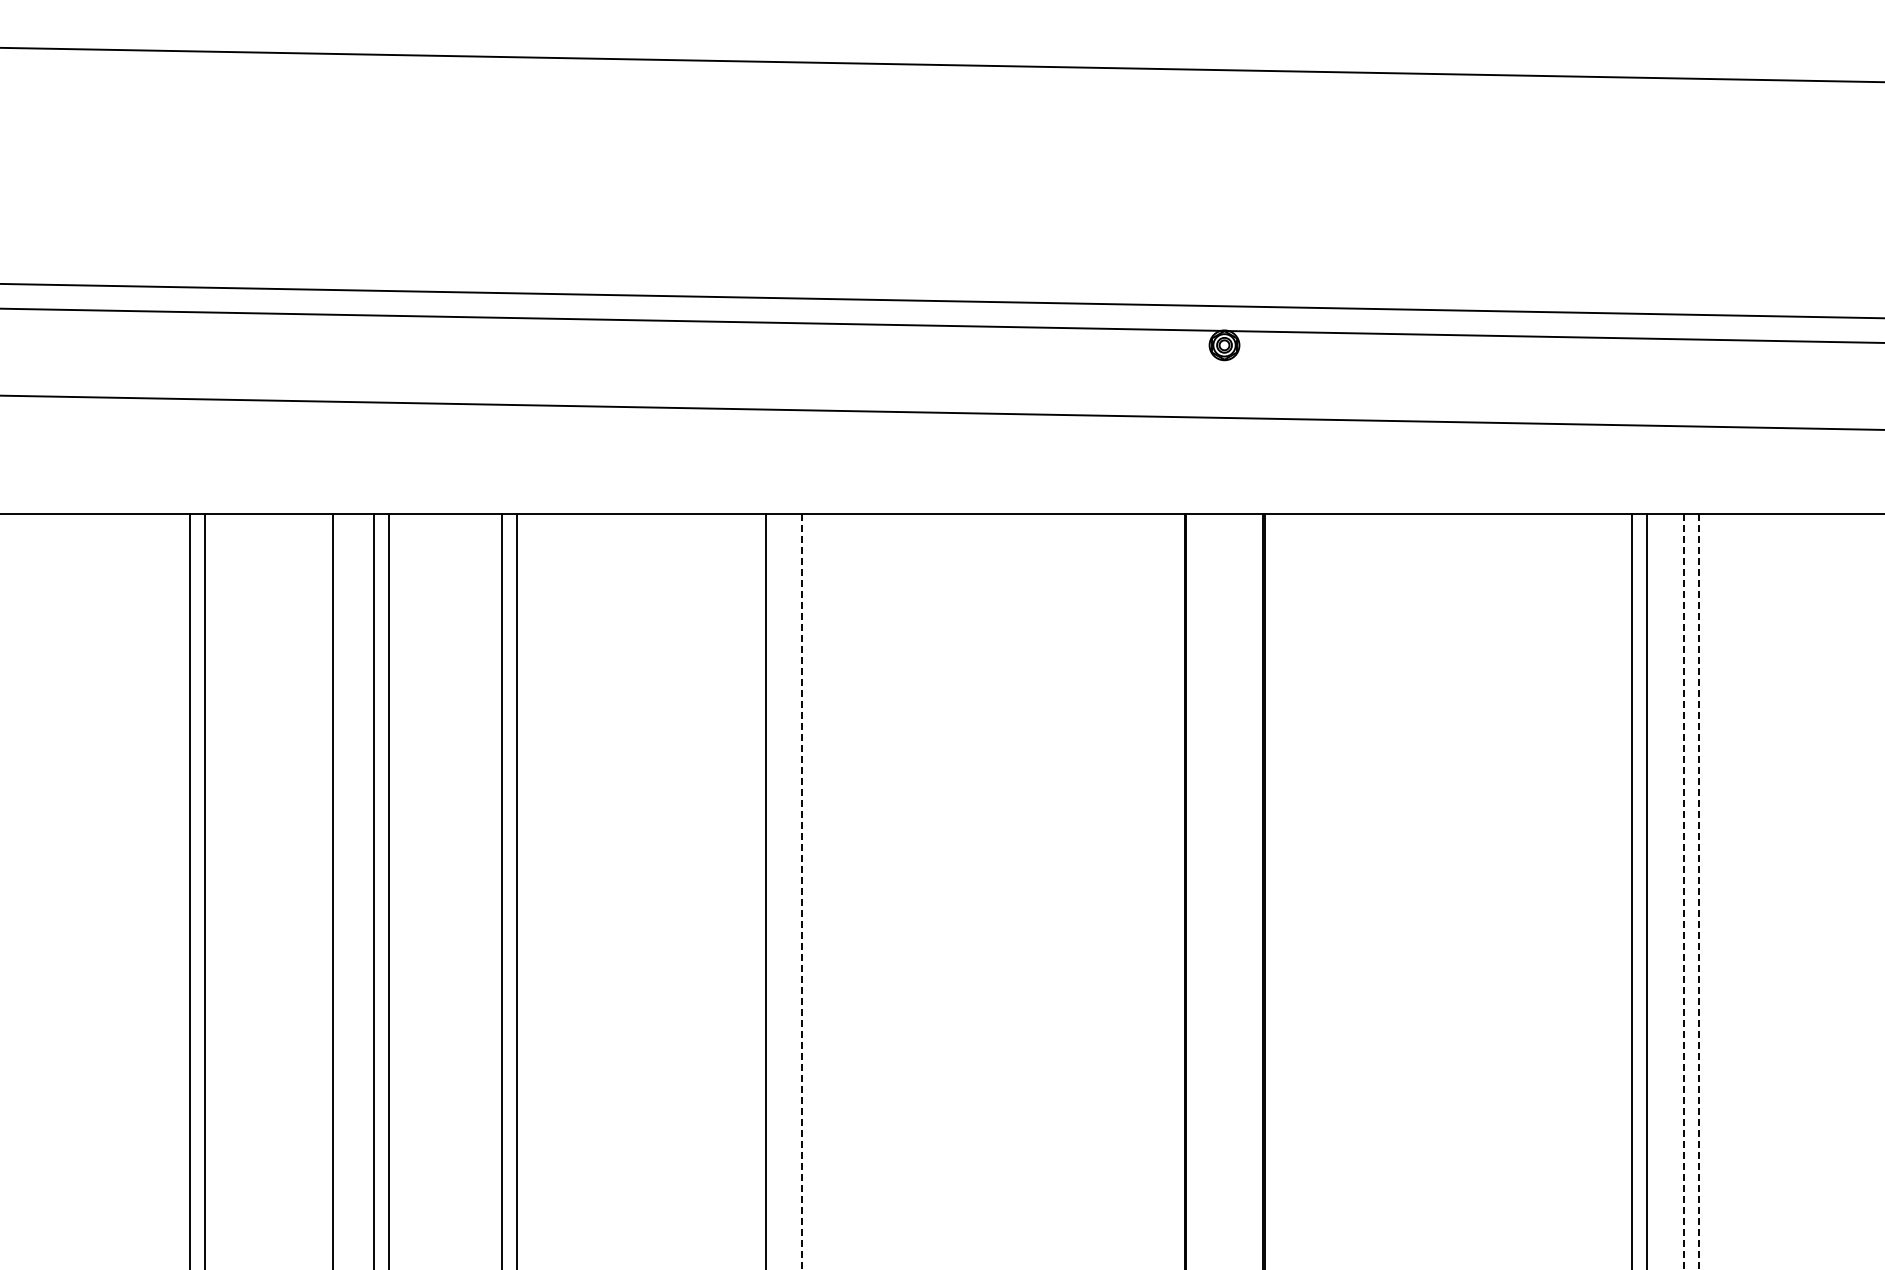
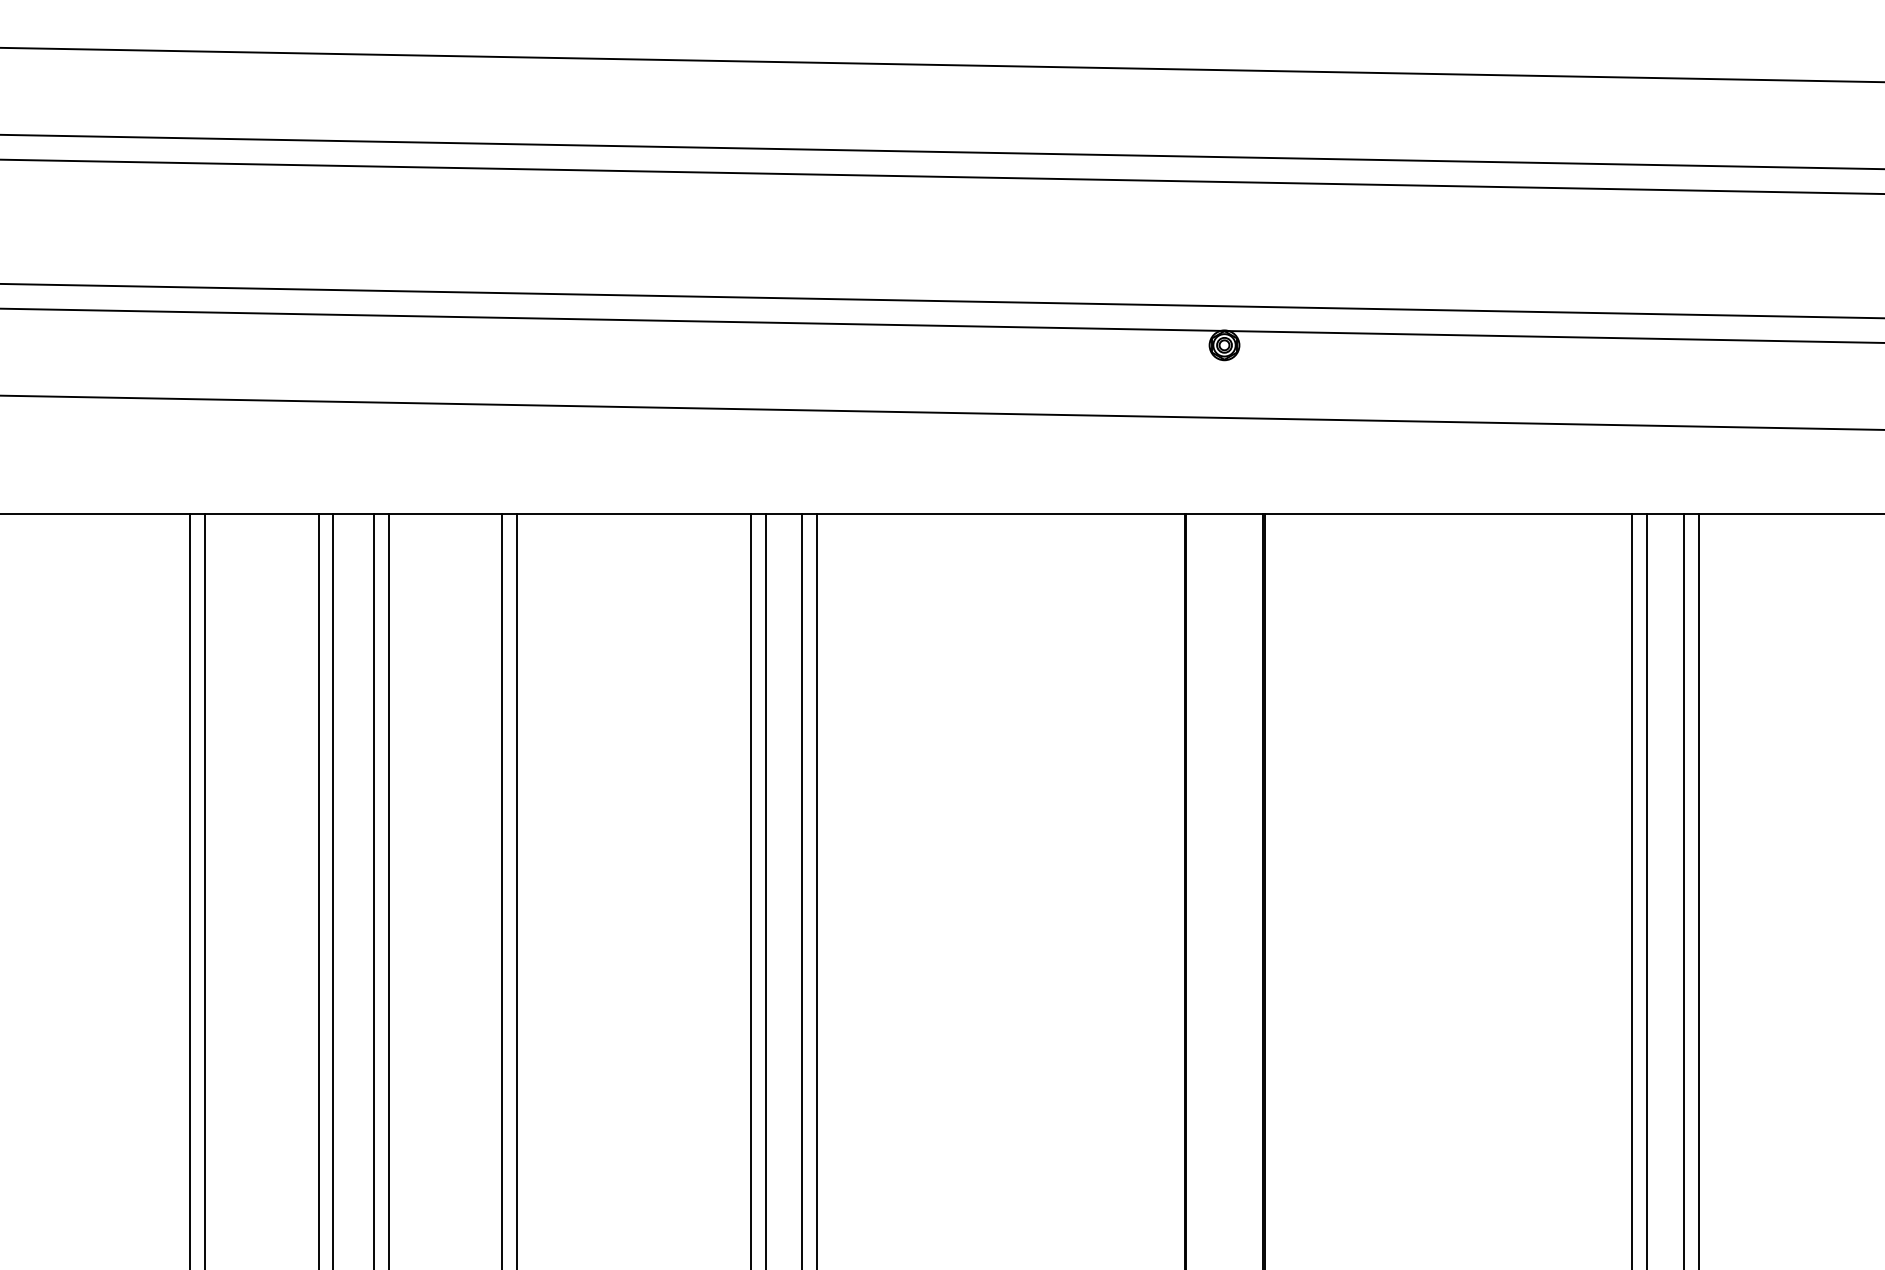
line at (941, 151): none -> present
line at (941, 176): none -> present
line at (318, 890): none -> present
line at (751, 890): none -> present
line at (817, 890): none -> present
line at (802, 892): dashed -> solid
line at (1683, 892): dashed -> solid
line at (1698, 892): dashed -> solid
